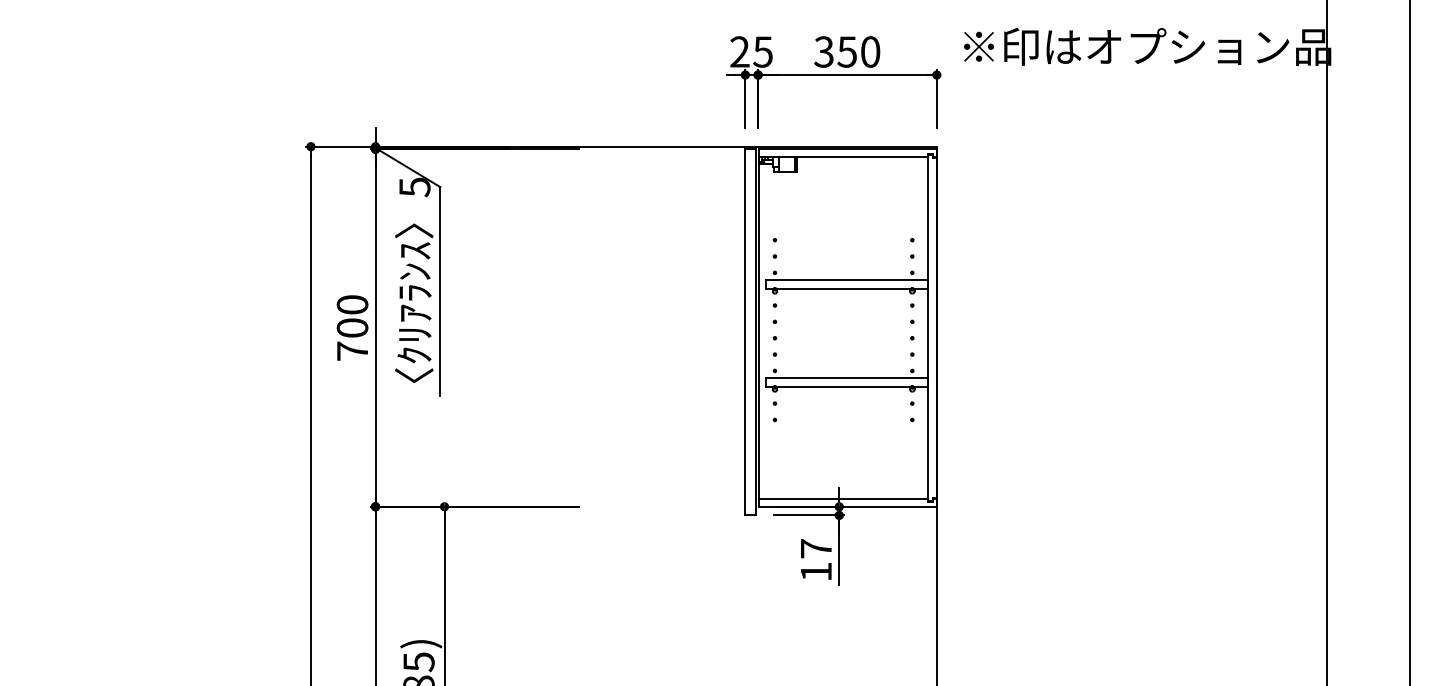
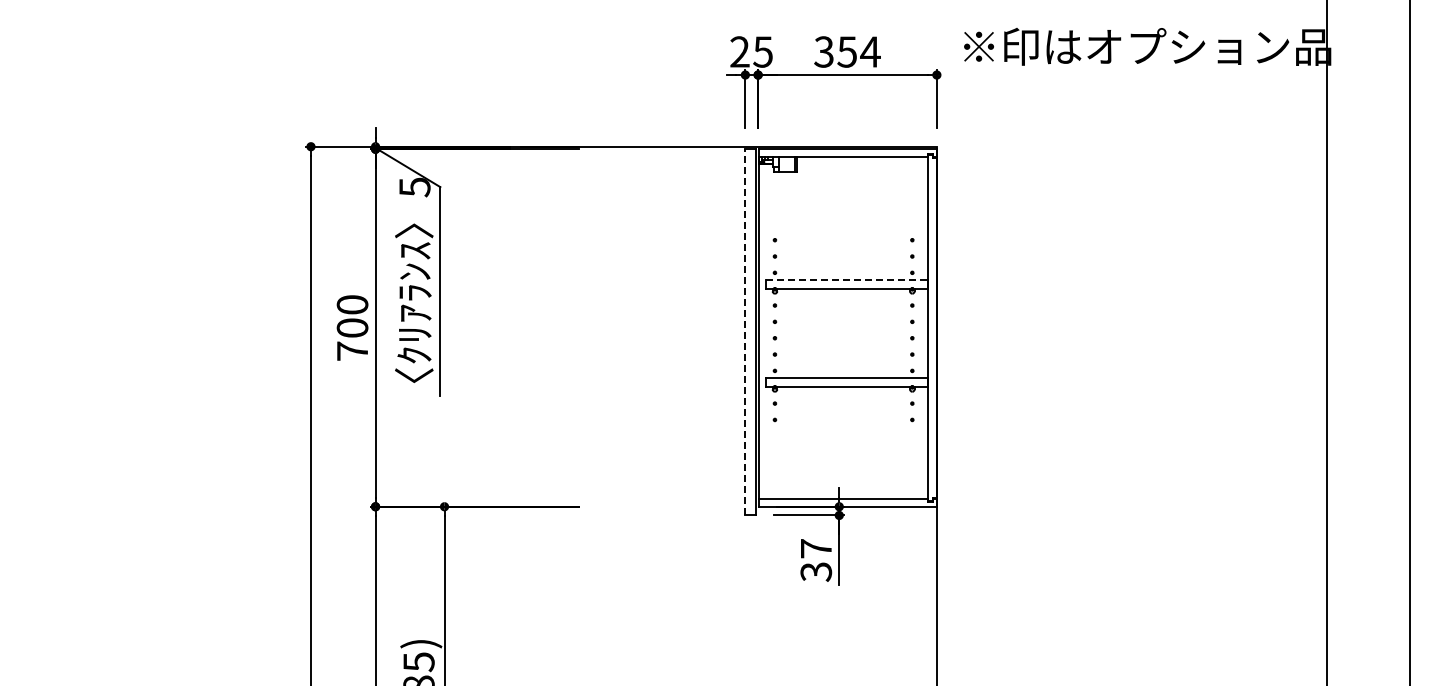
text at (870, 51): 350 -> 354
line at (847, 280): solid -> dashed
line at (745, 331): solid -> dashed
text at (816, 571): 17 -> 37
